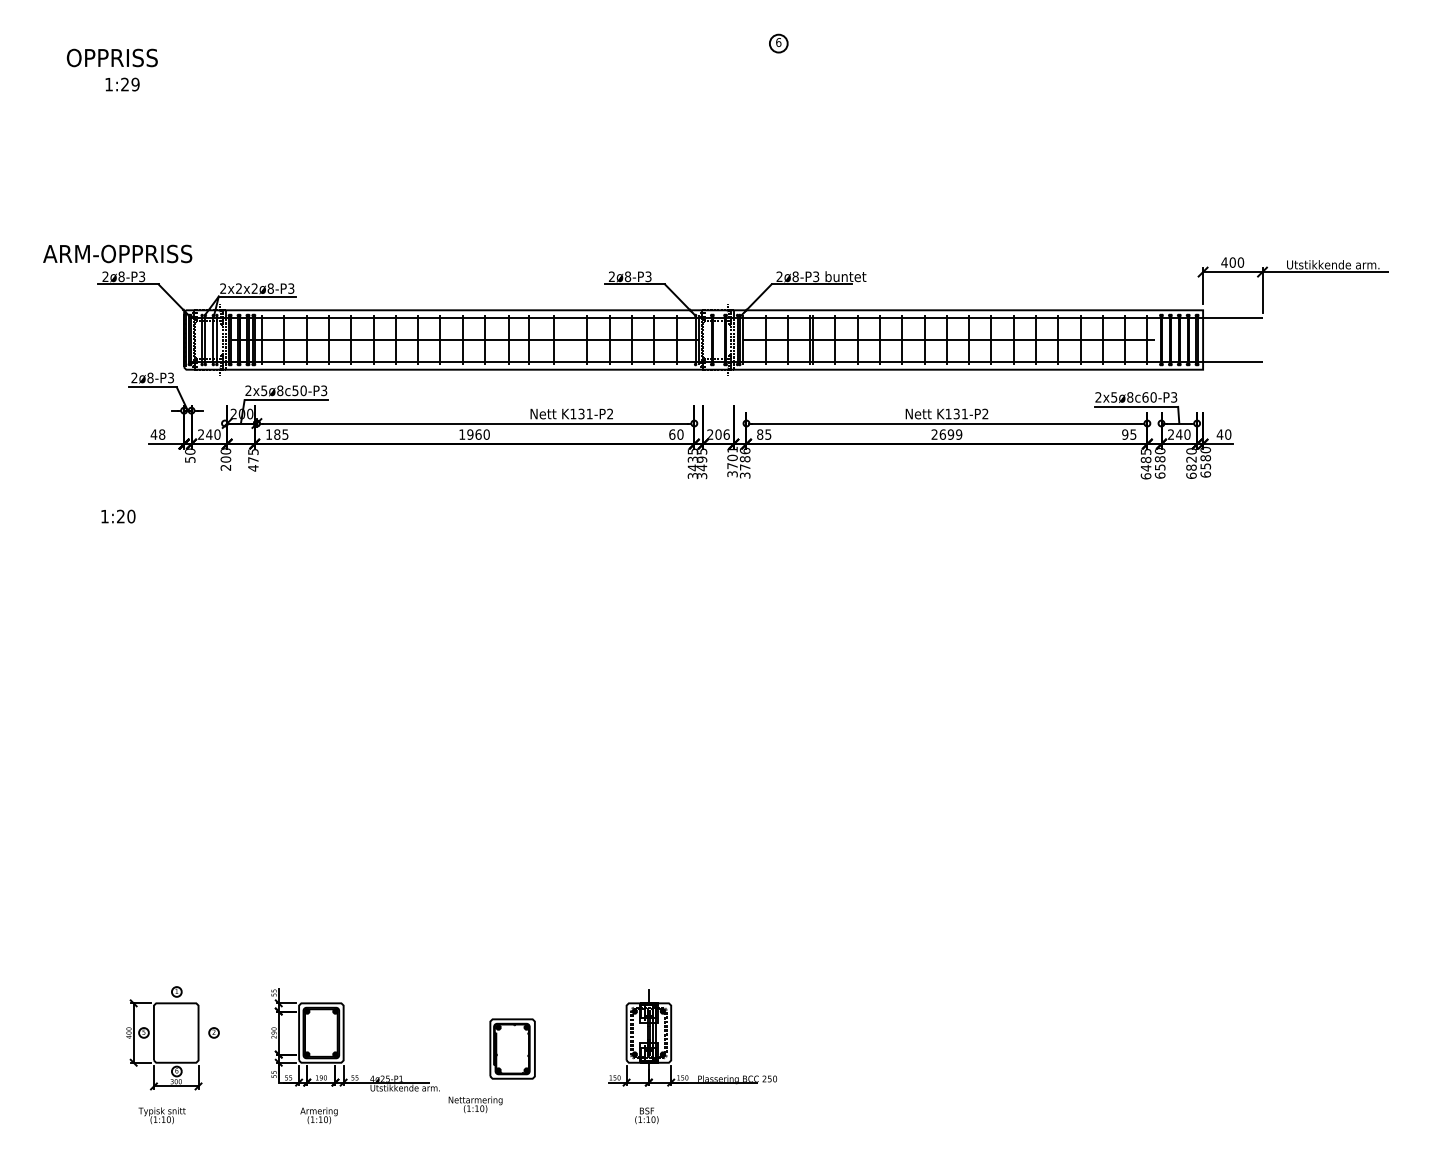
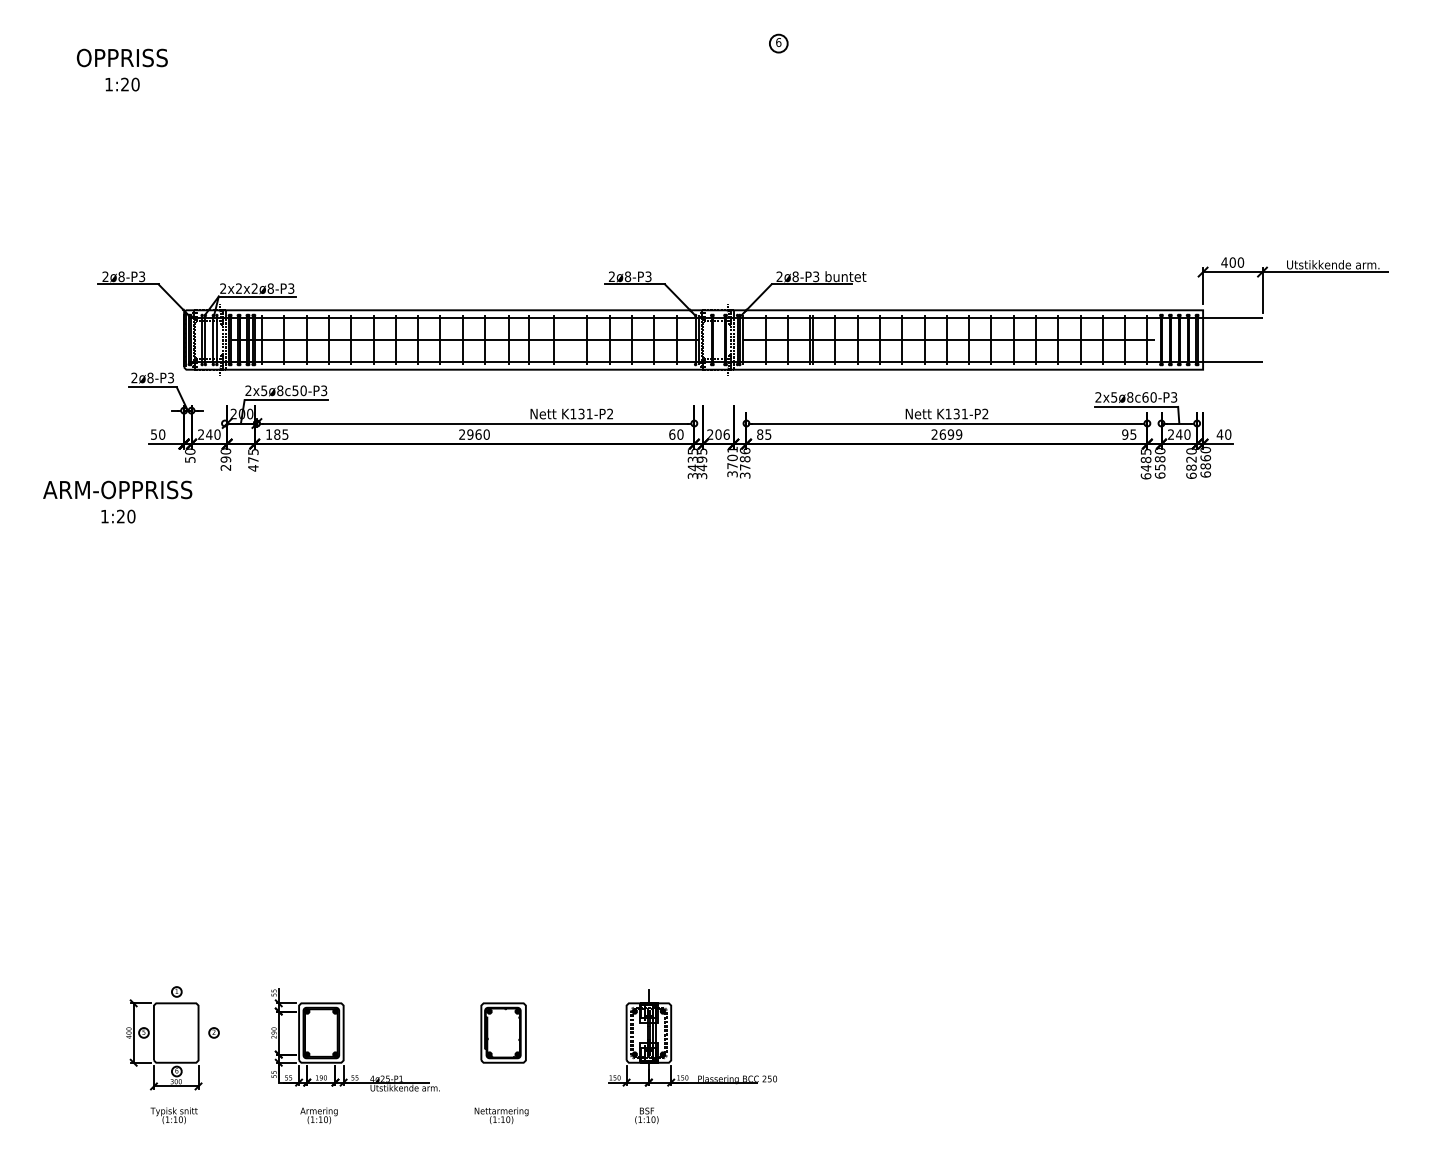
text at (111, 57) position: (111, 57) -> (121, 57)
text at (135, 84): 1:29 -> 1:20
text at (117, 253) position: (117, 253) -> (117, 489)
text at (157, 434): 48 -> 50
text at (461, 434): 1960 -> 2960
text at (226, 459): 200 -> 290
text at (1205, 462): 6580 -> 6860
part at (512, 1048) position: (512, 1048) -> (503, 1032)
text at (475, 1104) position: (475, 1104) -> (501, 1115)
text at (161, 1115) position: (161, 1115) -> (173, 1115)
